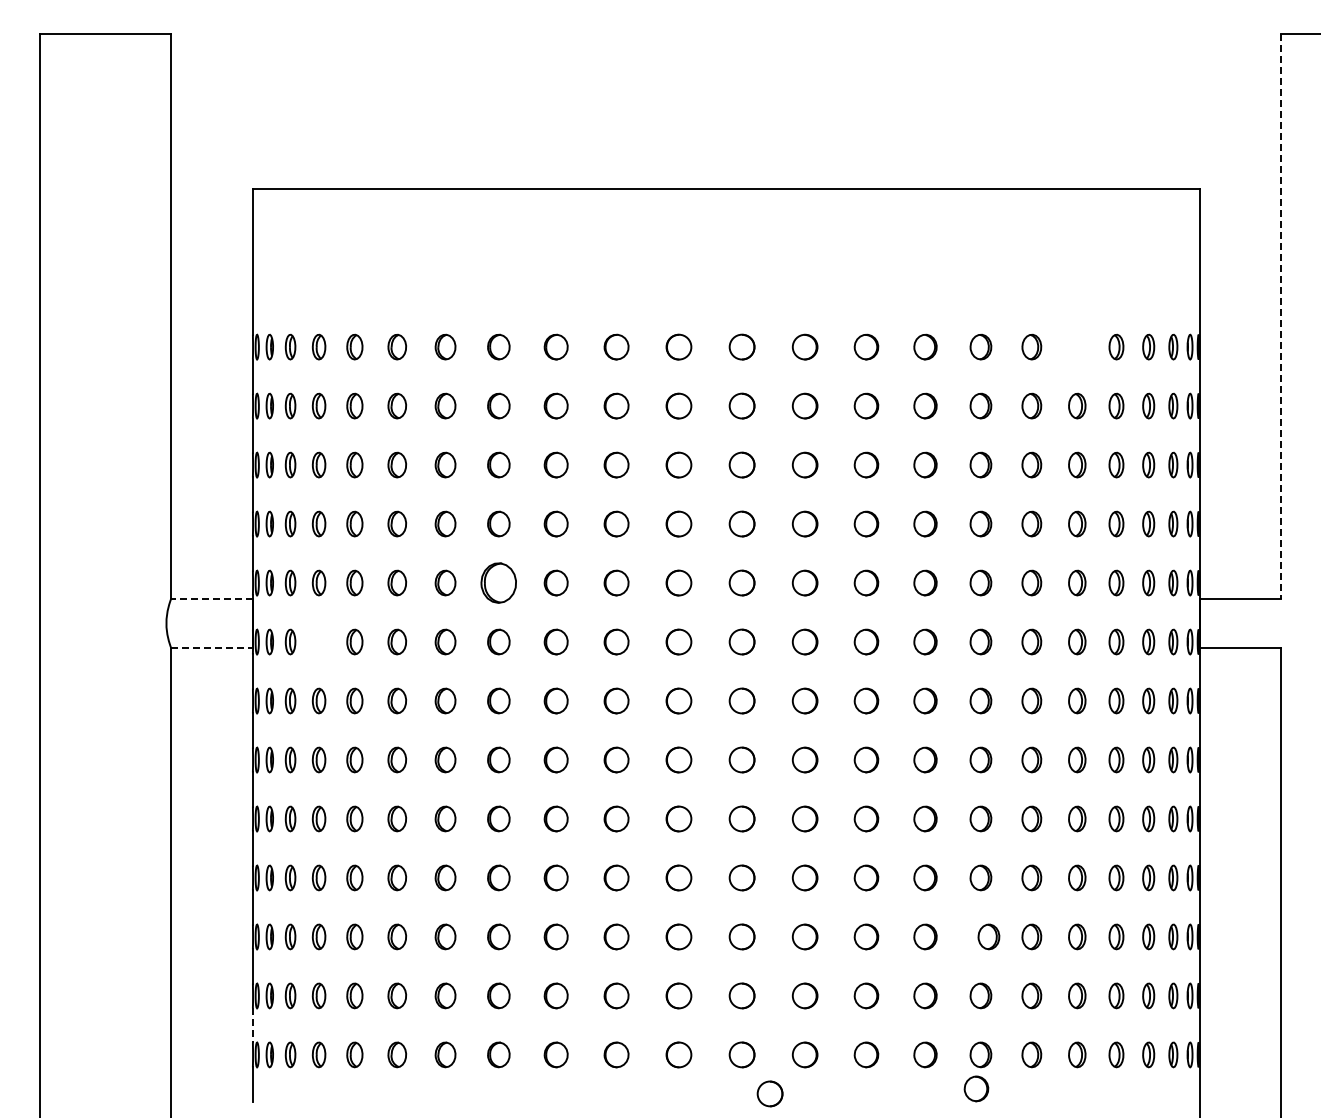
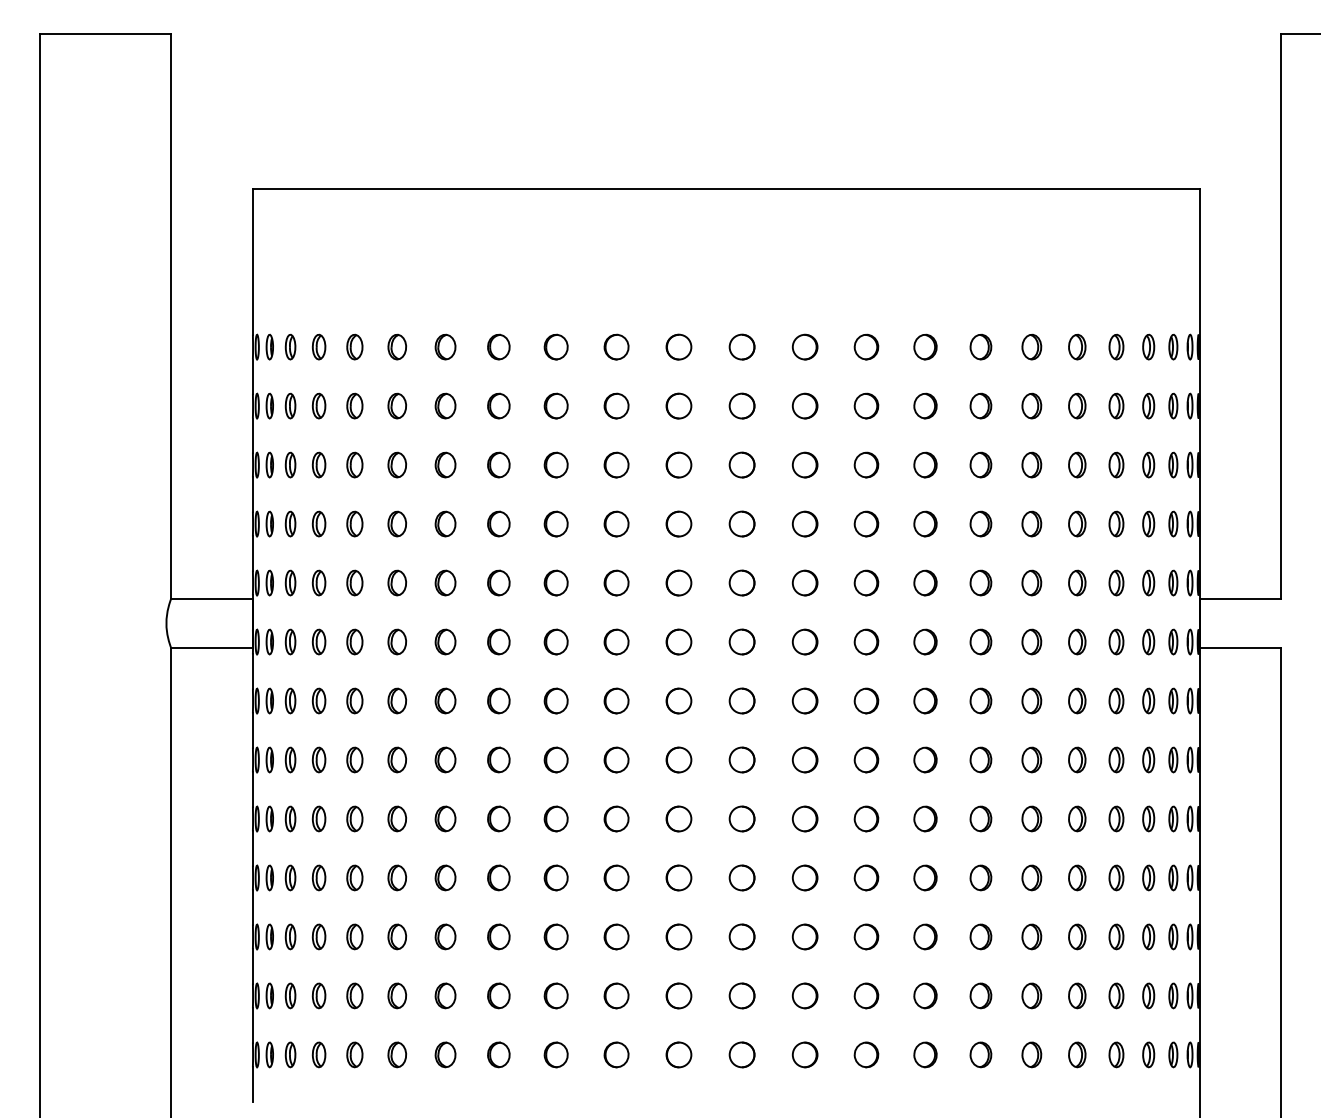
line at (1281, 316): dashed -> solid
part at (1077, 346): none -> present
part at (498, 582) size: 37x42 px -> 24x28 px
line at (211, 598): dashed -> solid
part at (318, 641): none -> present
line at (211, 648): dashed -> solid
part at (988, 936) position: (988, 936) -> (980, 936)
line at (252, 1025): dashed -> solid
part at (976, 1088): present -> none
part at (769, 1093): present -> none
